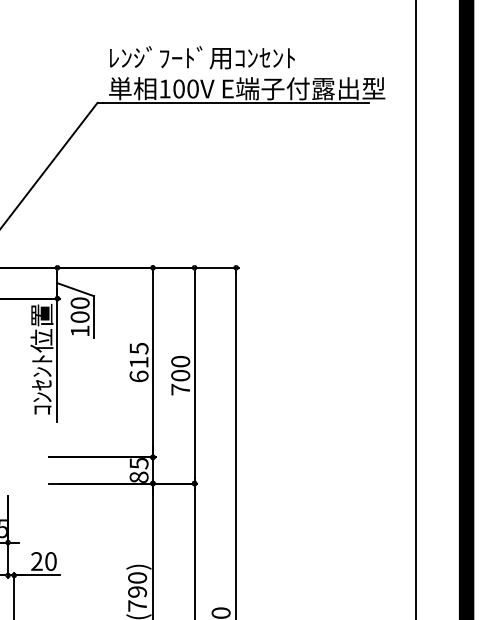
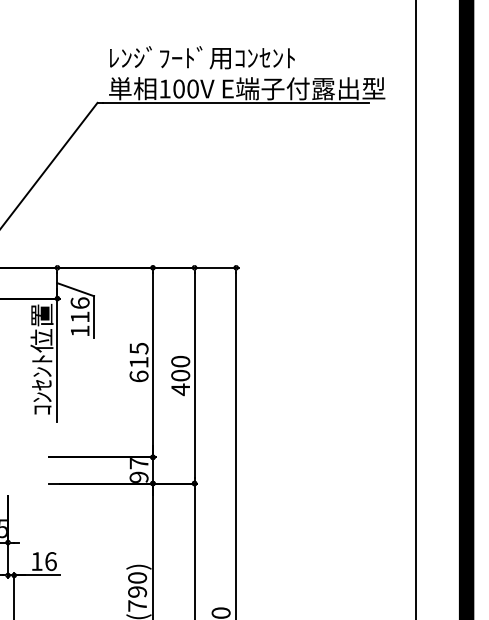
text at (79, 309): 100 -> 116
text at (180, 389): 700 -> 400
text at (138, 470): 85 -> 97
text at (43, 561): 20 -> 16
